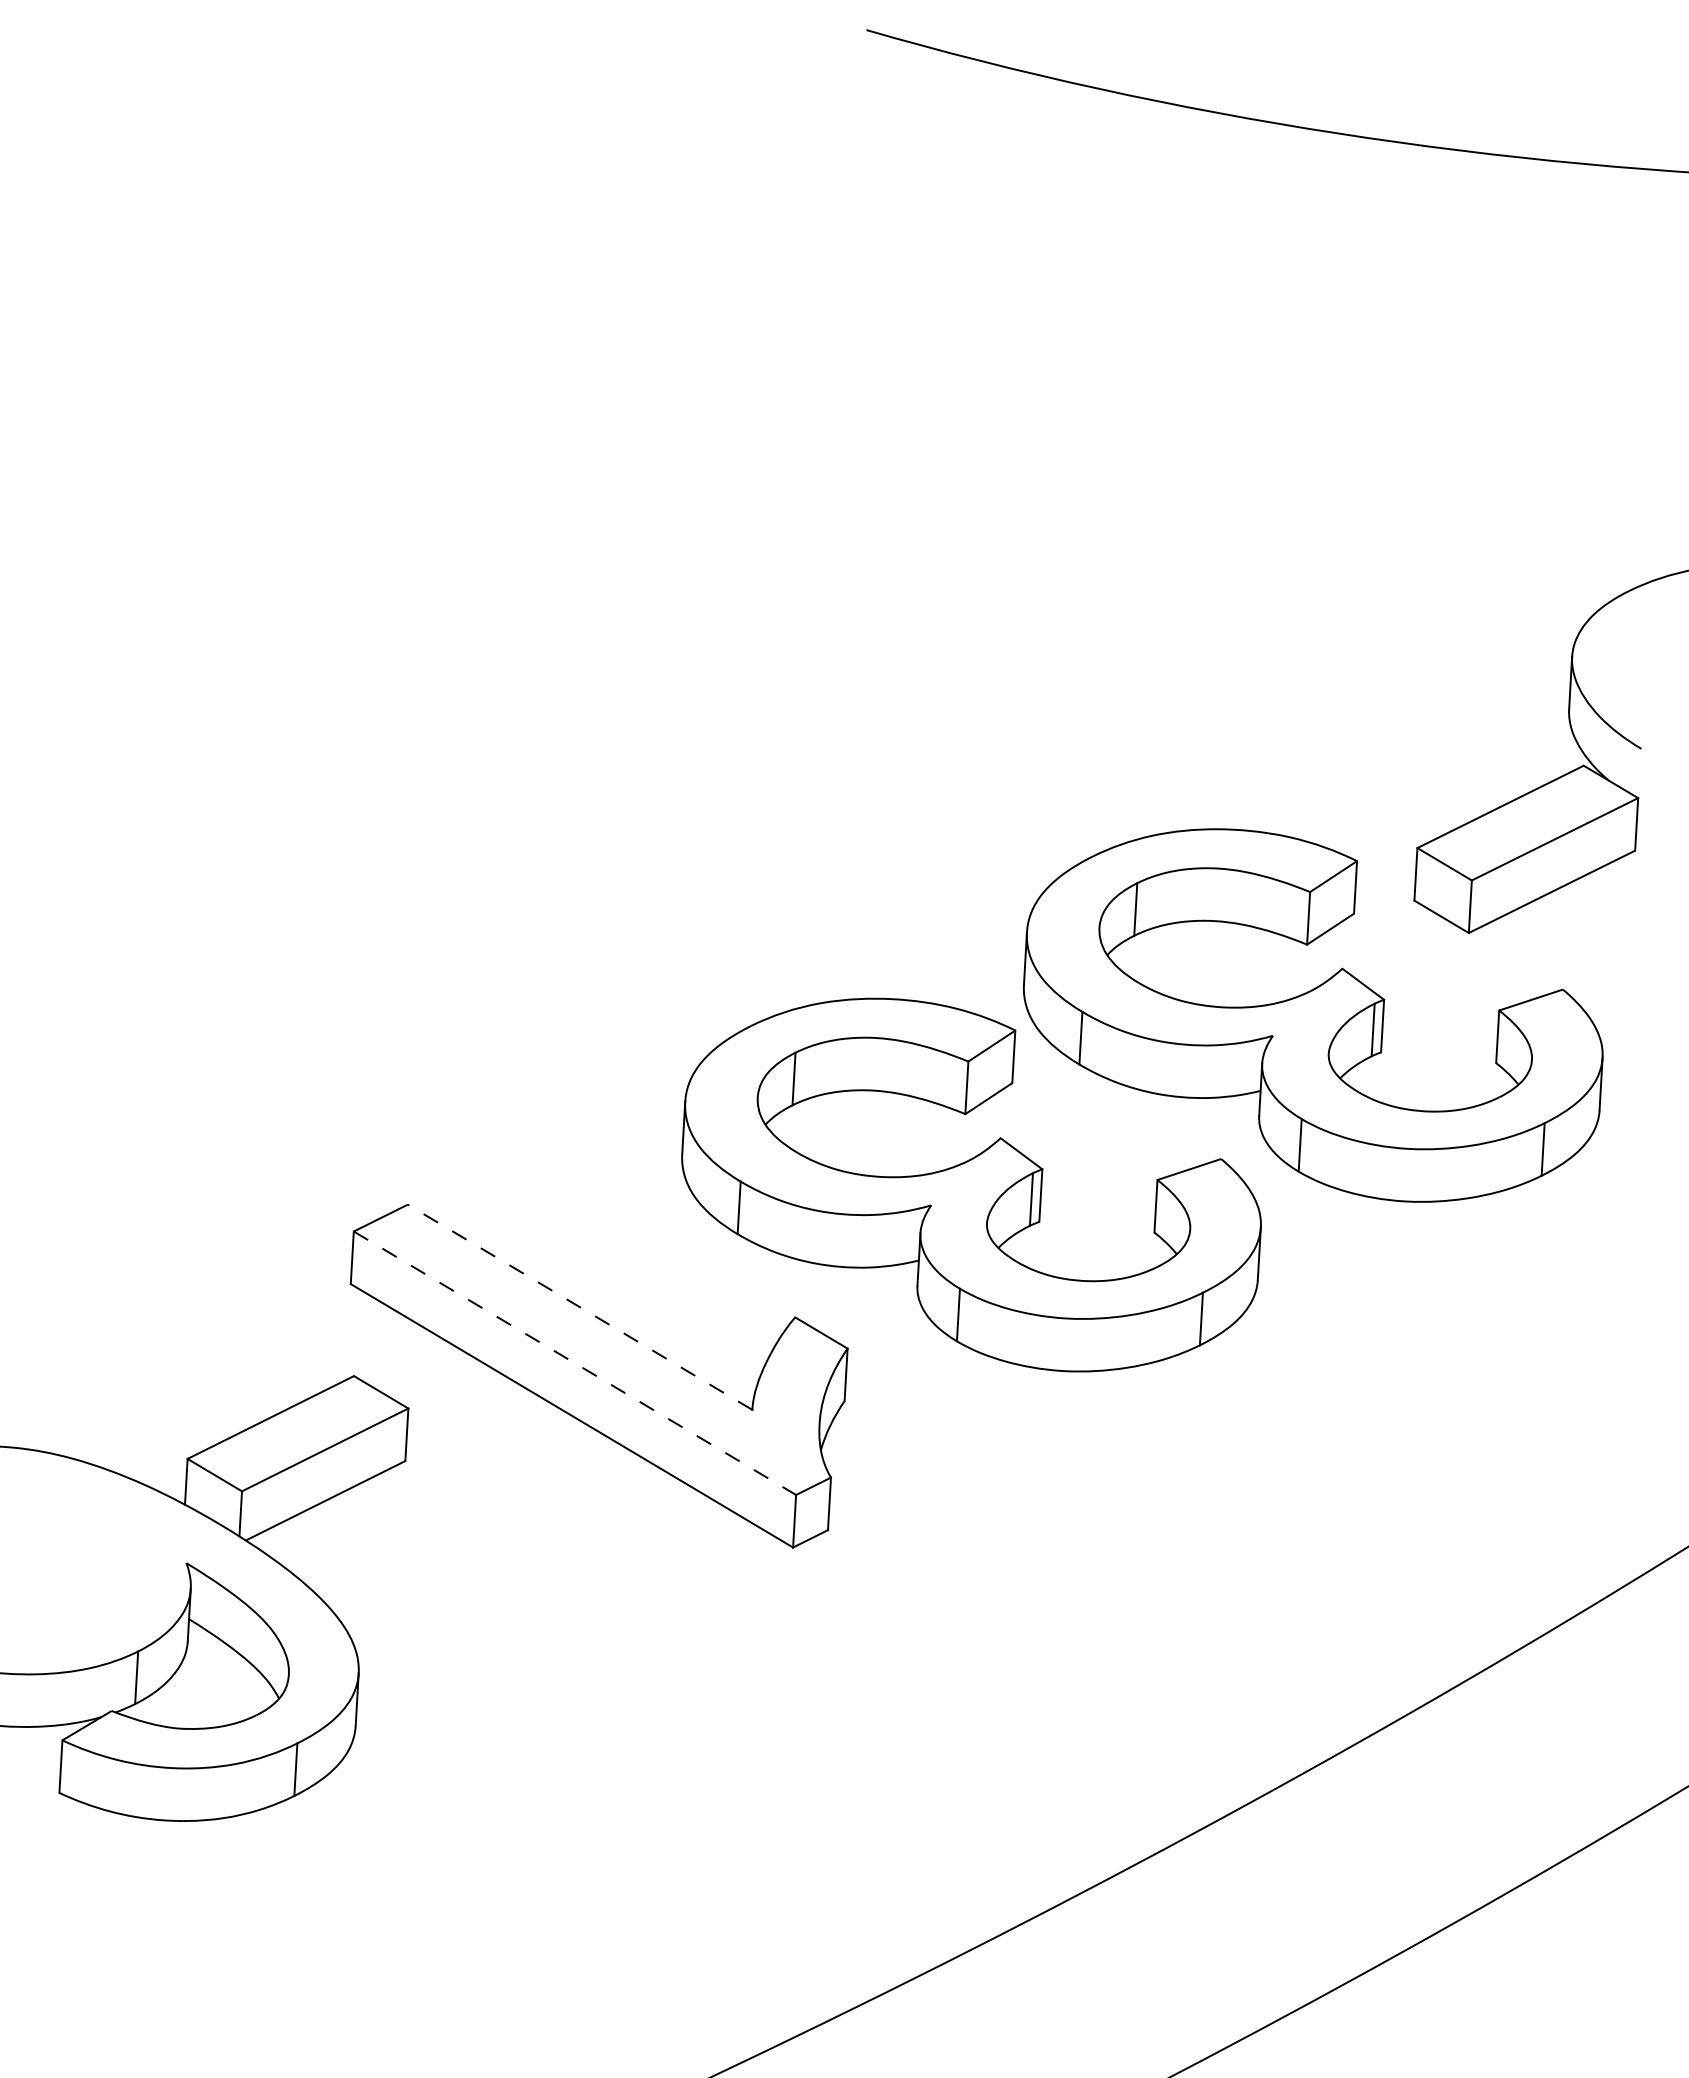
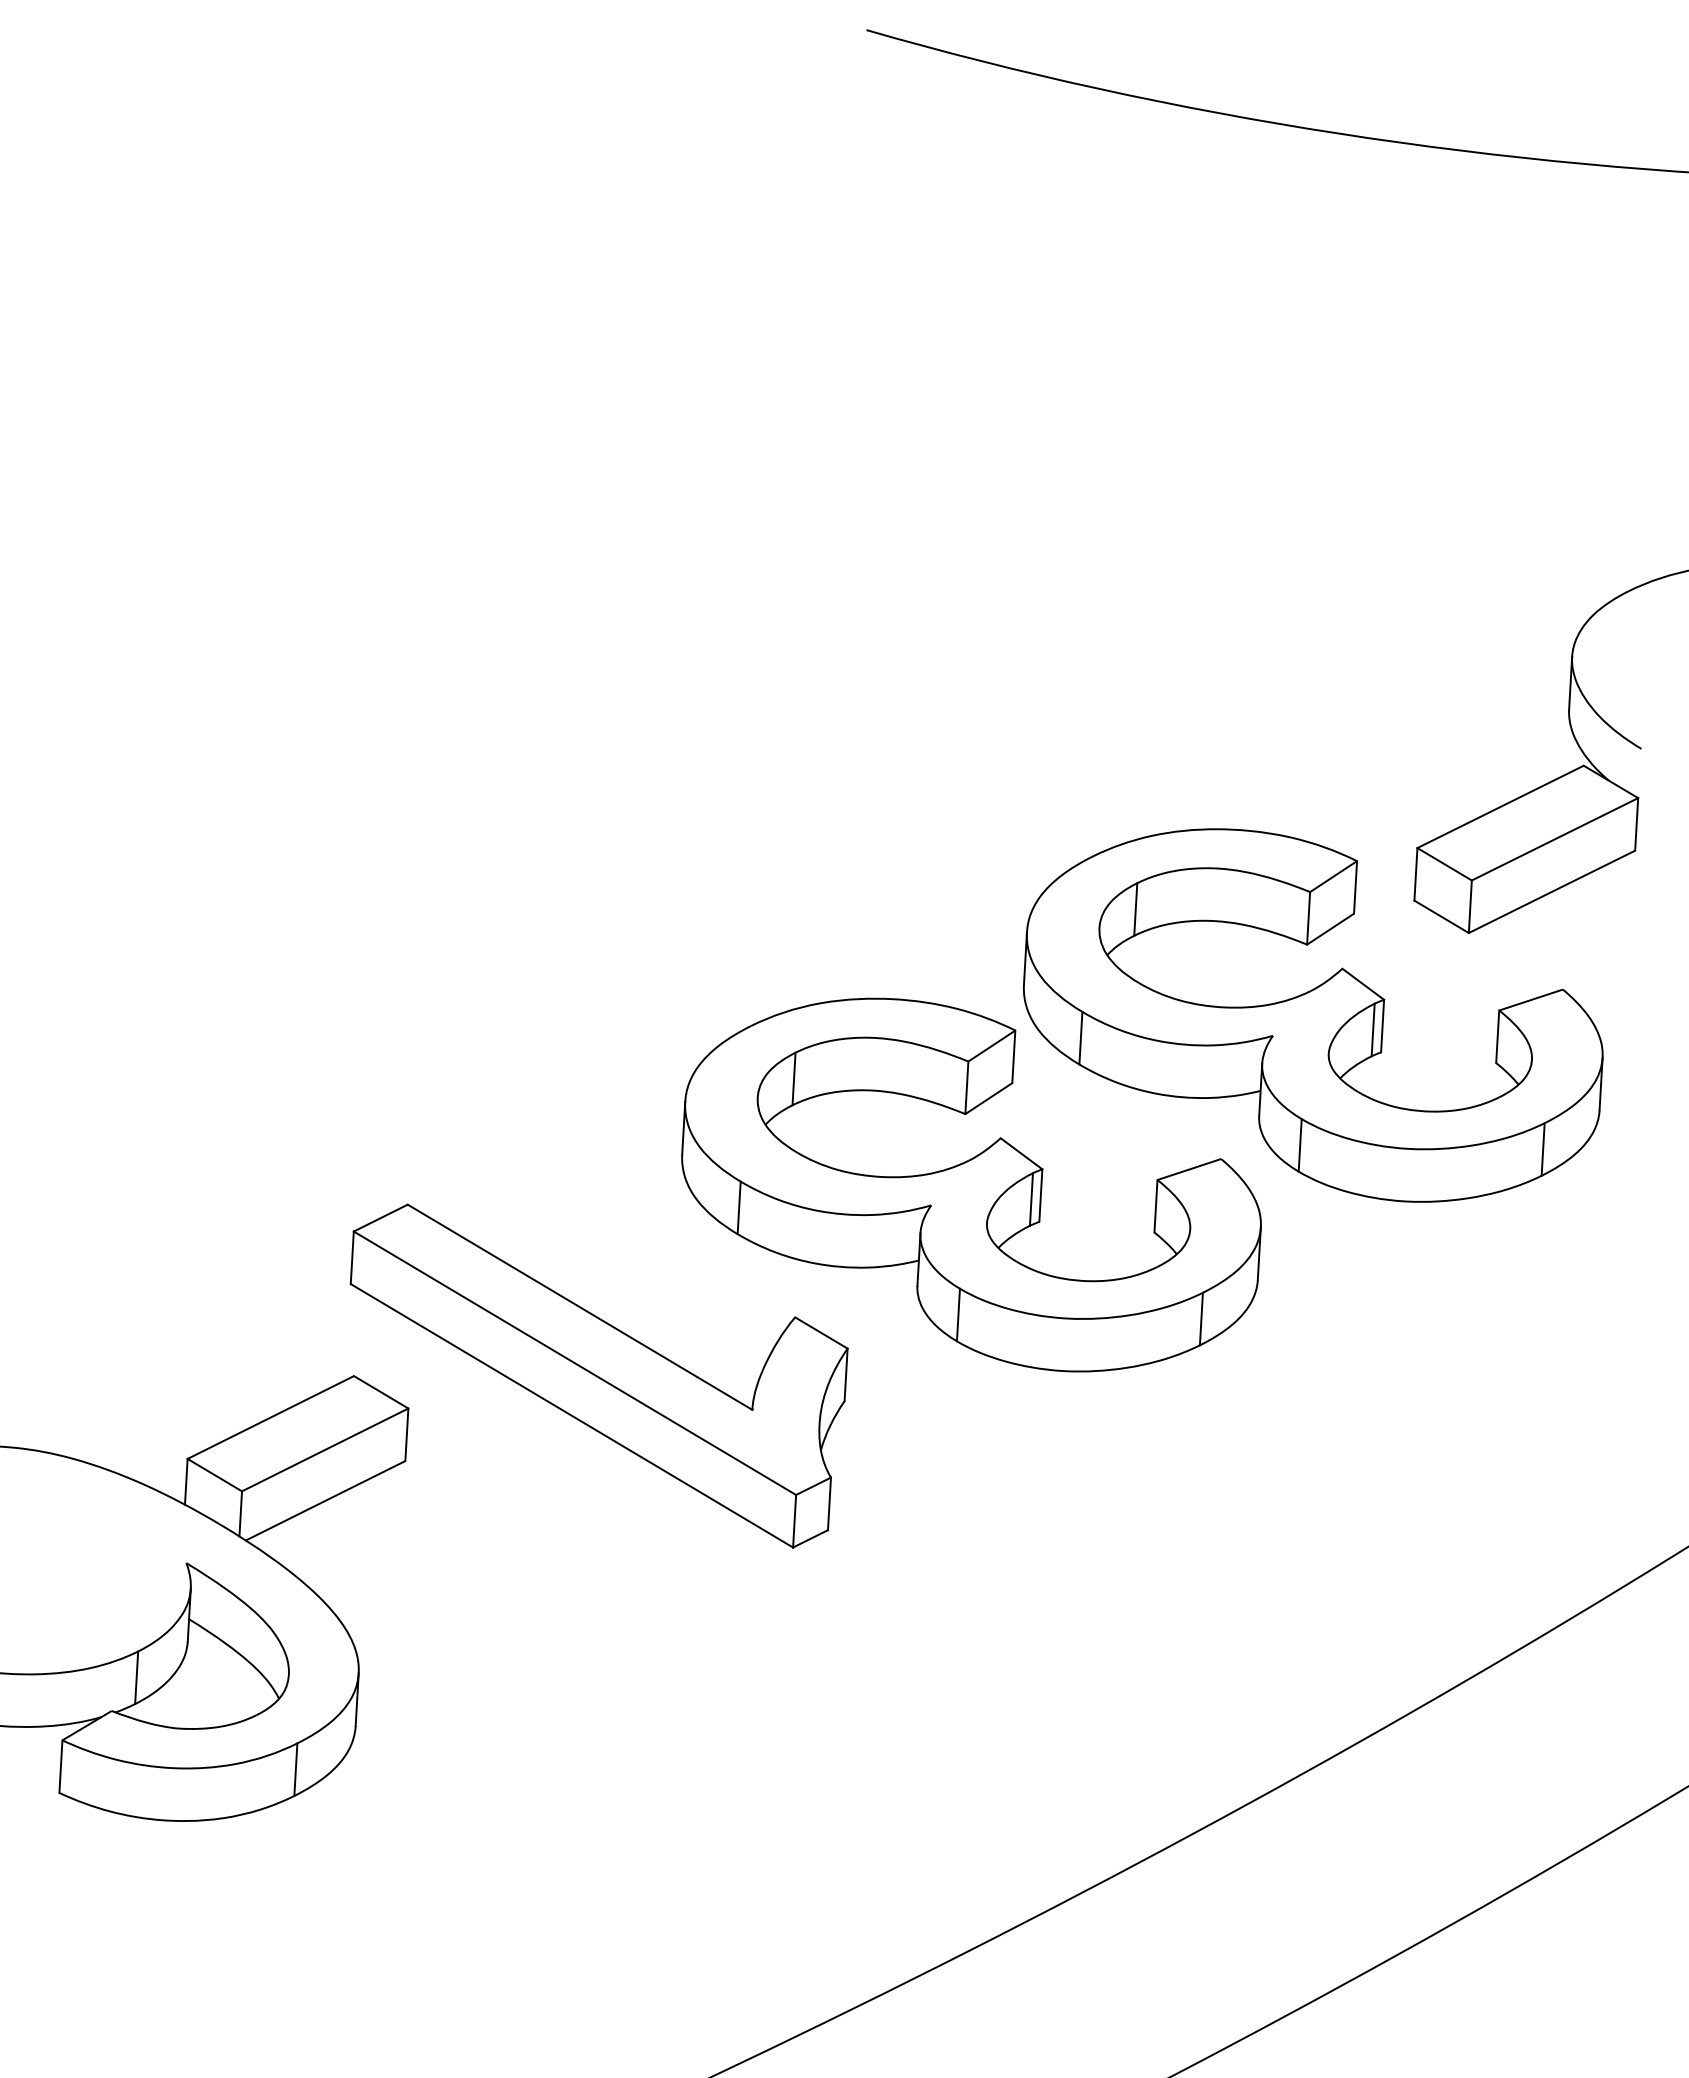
line at (580, 1307): dashed -> solid
line at (575, 1363): dashed -> solid
